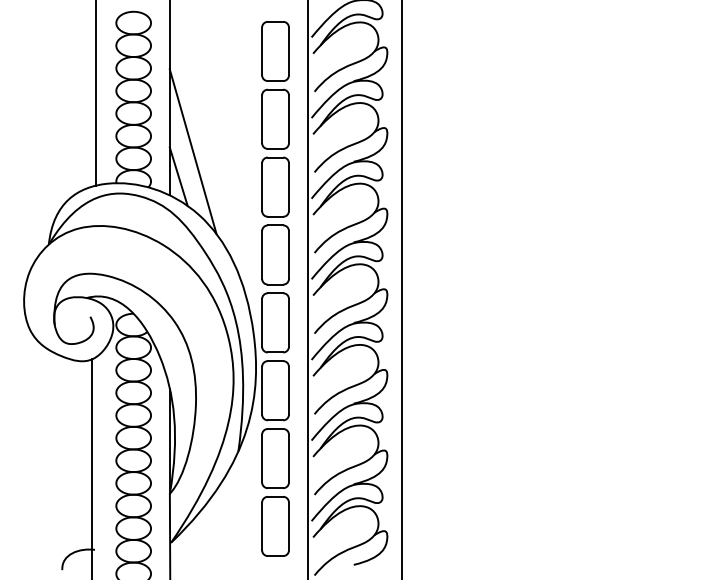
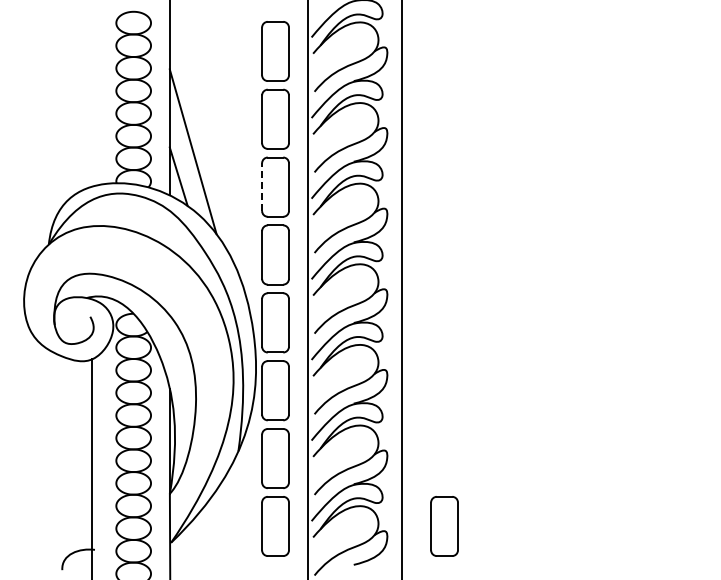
line at (95, 93): present -> none
line at (262, 187): solid -> dashed
part at (444, 526): none -> present
